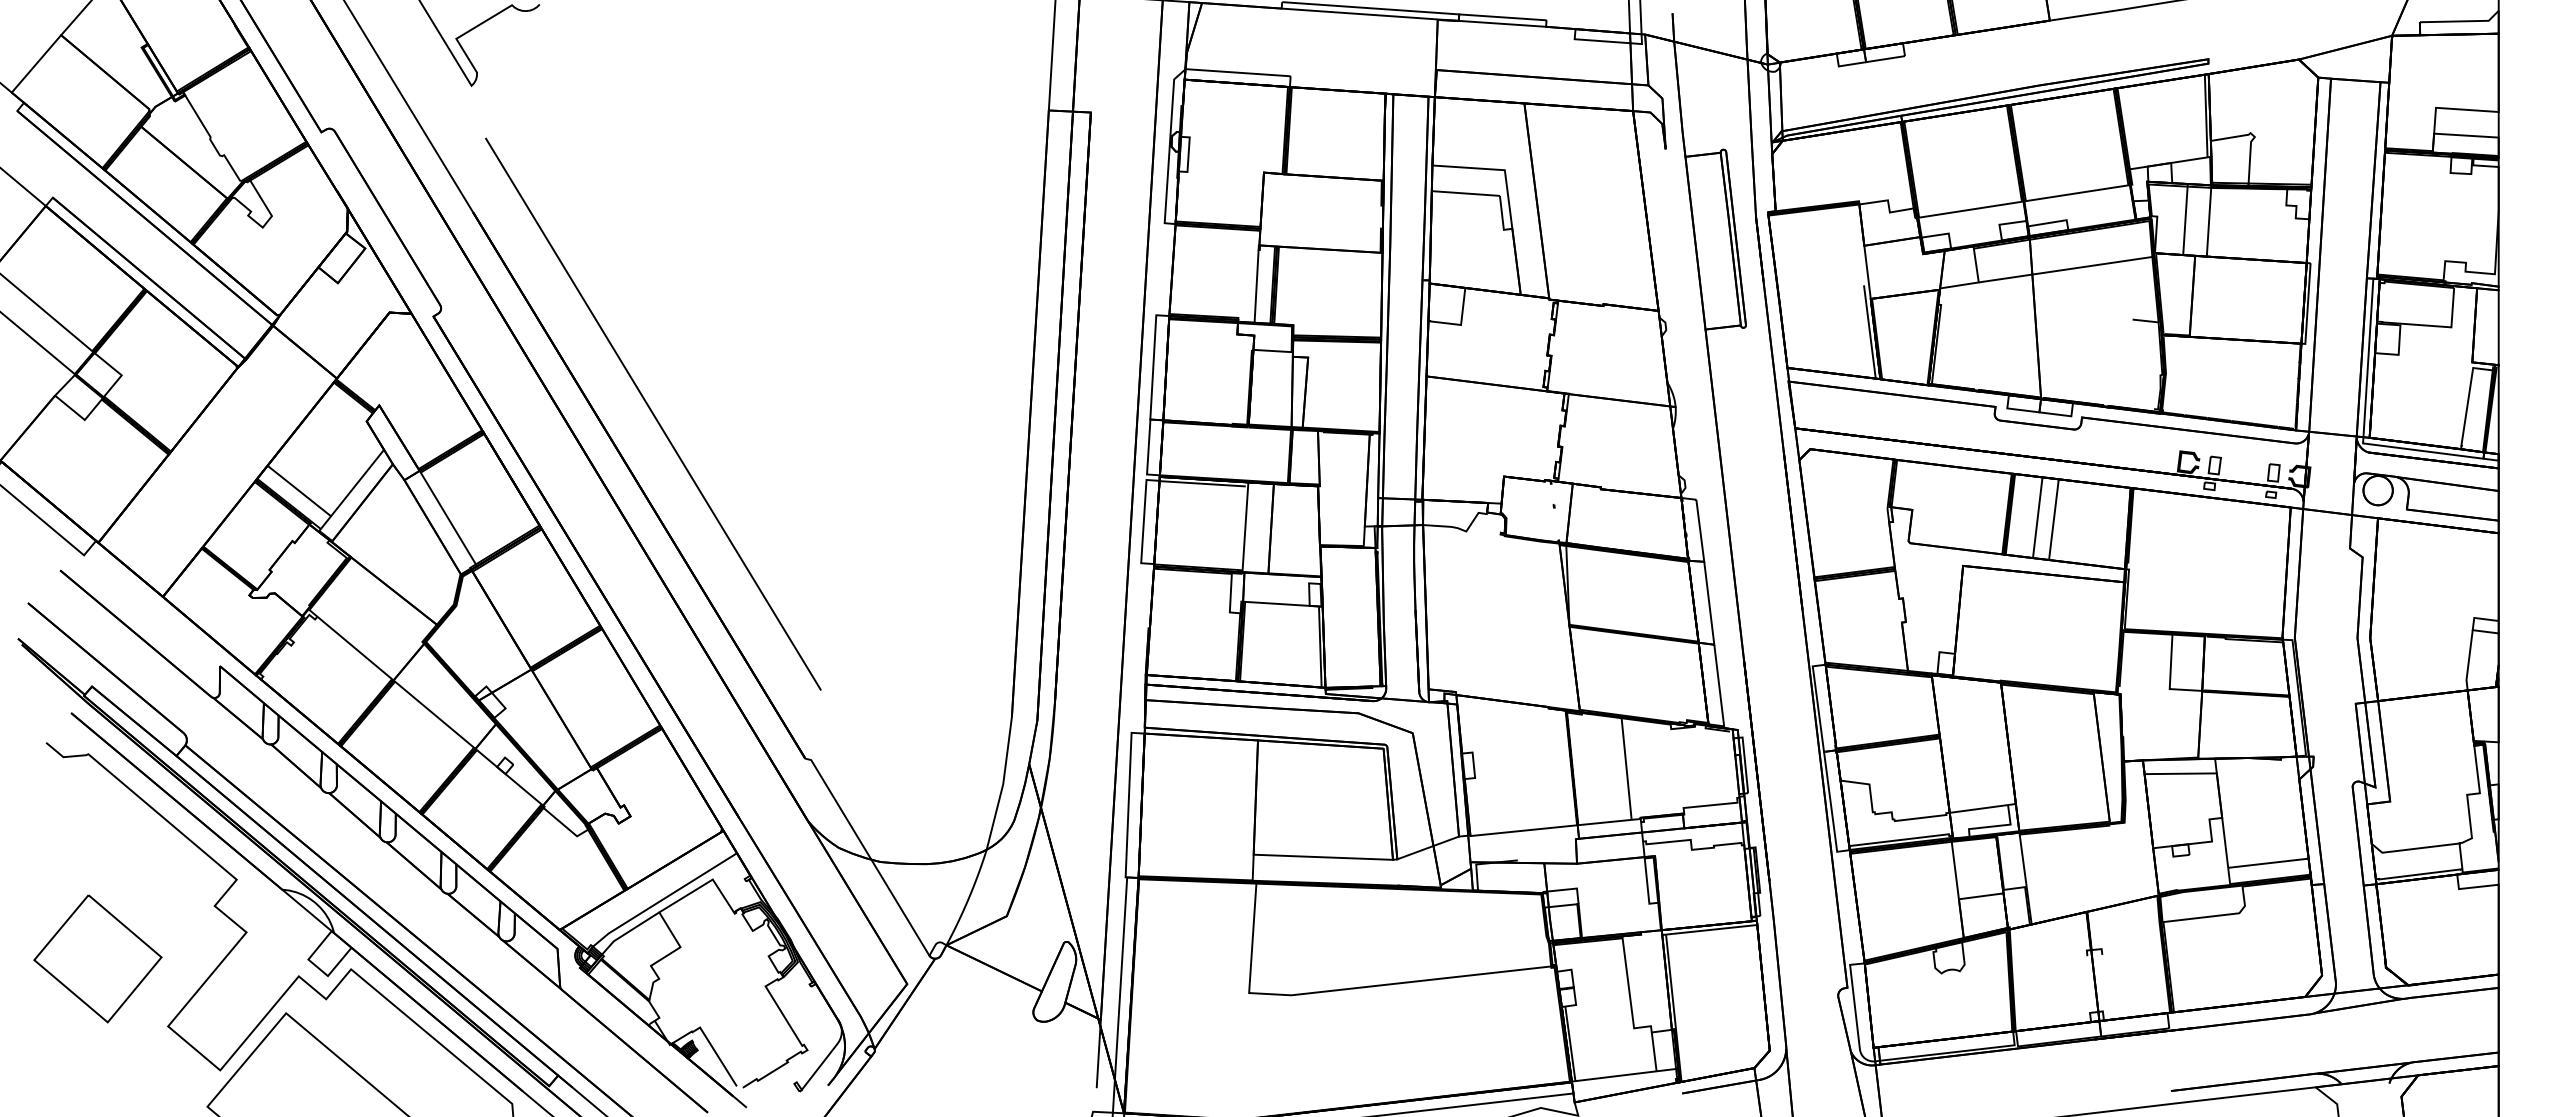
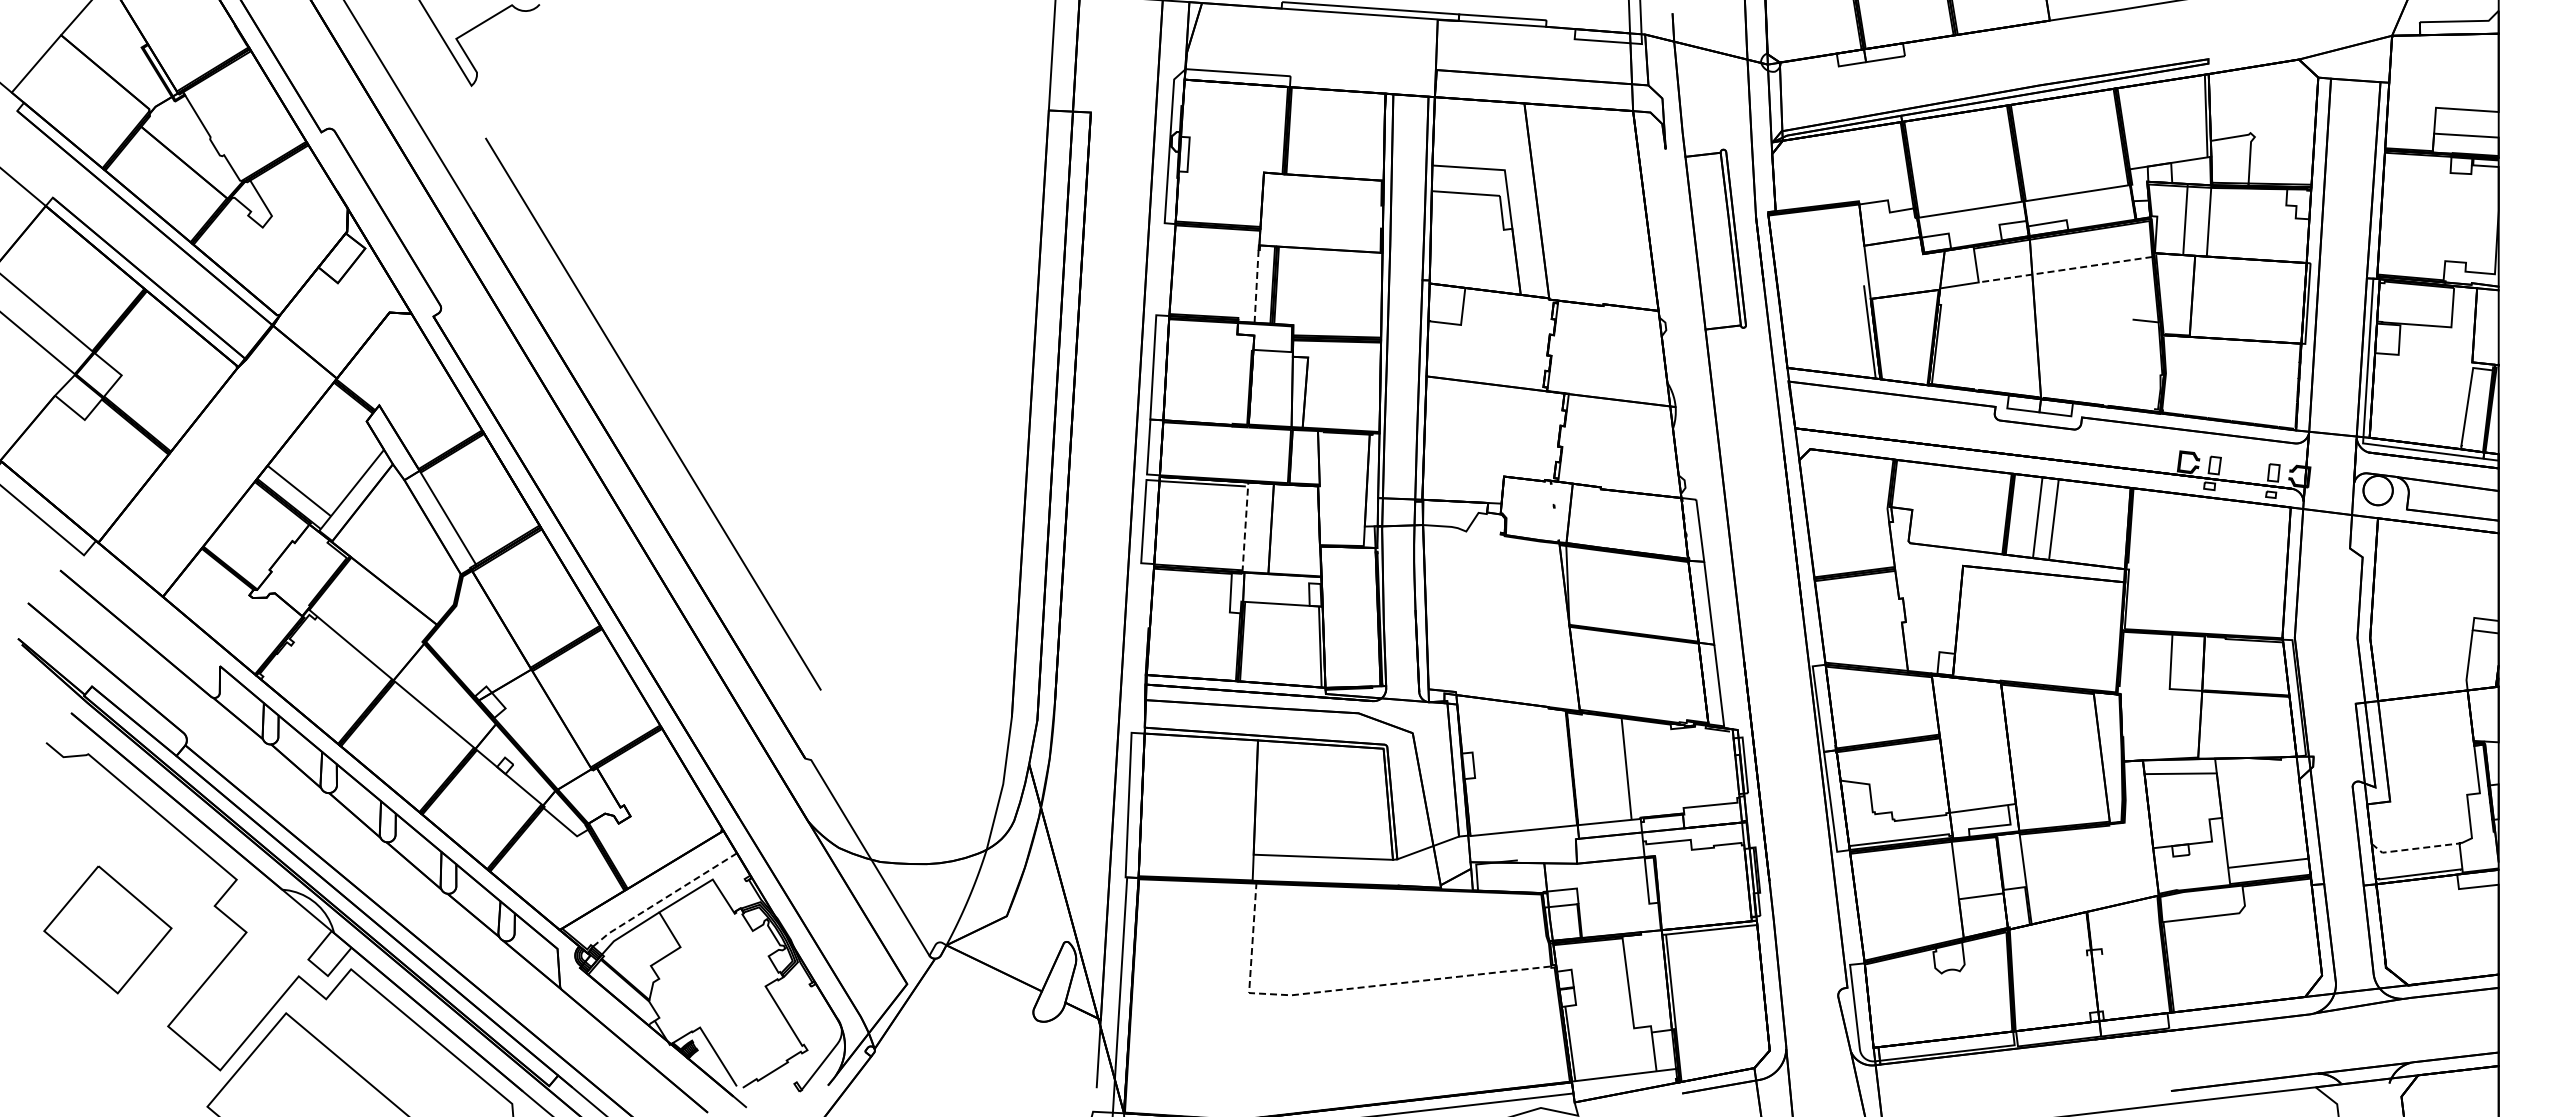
line at (2065, 269): solid -> dashed
line at (1256, 286): solid -> dashed
line at (1245, 526): solid -> dashed
line at (2413, 848): solid -> dashed
line at (663, 899): solid -> dashed
part at (97, 958) position: (97, 958) -> (107, 929)
line at (1345, 989): solid -> dashed
